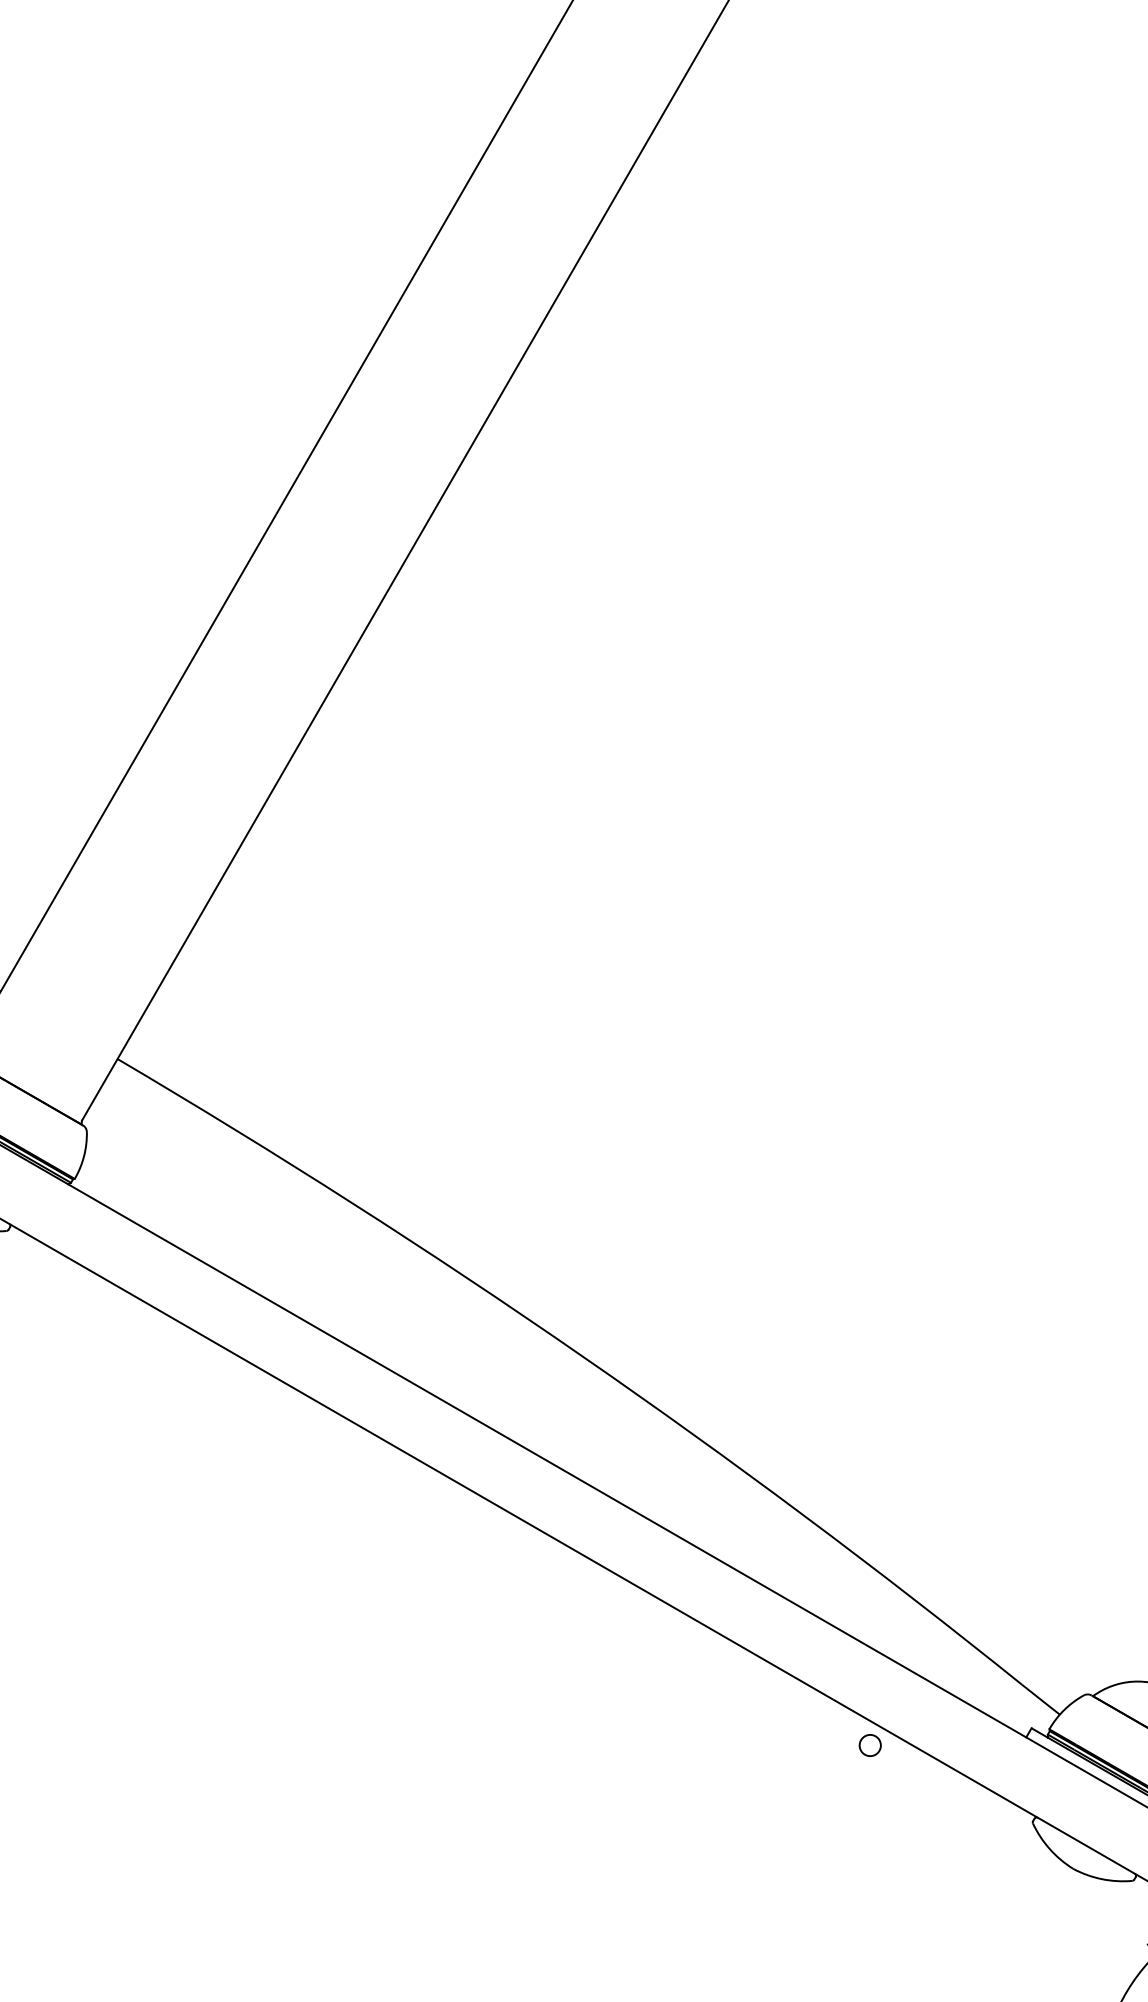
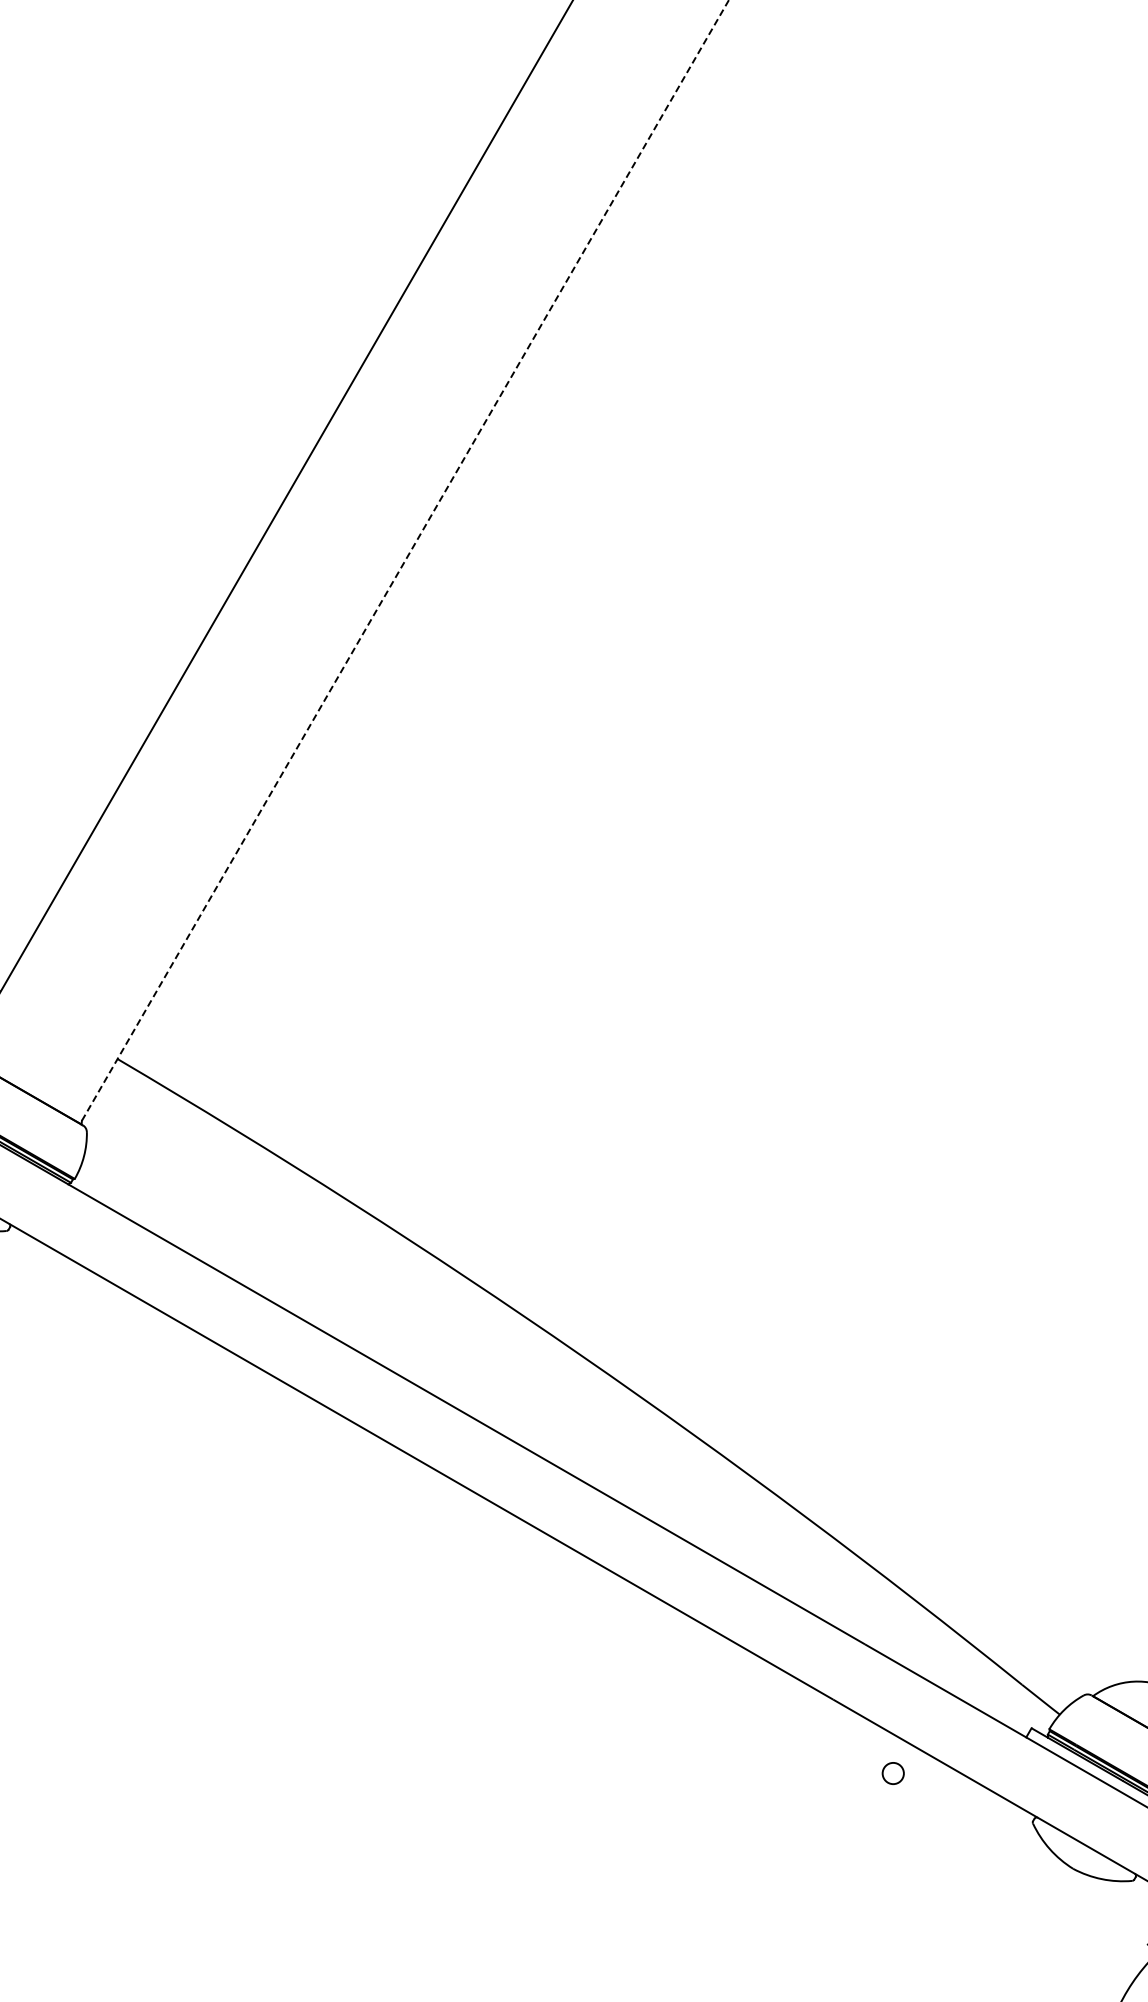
line at (405, 560): solid -> dashed
circle at (869, 1745) position: (869, 1745) -> (892, 1773)
